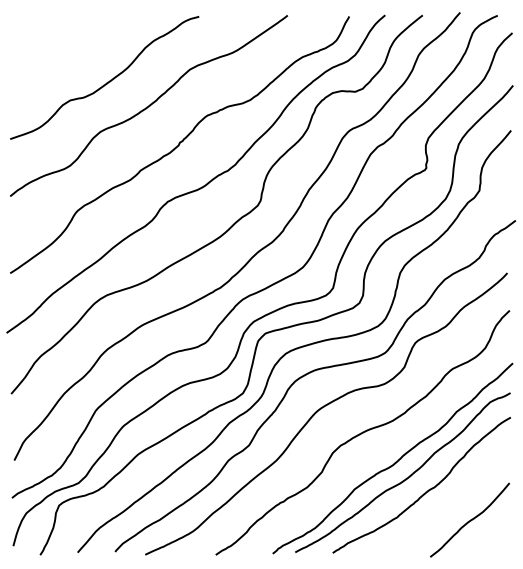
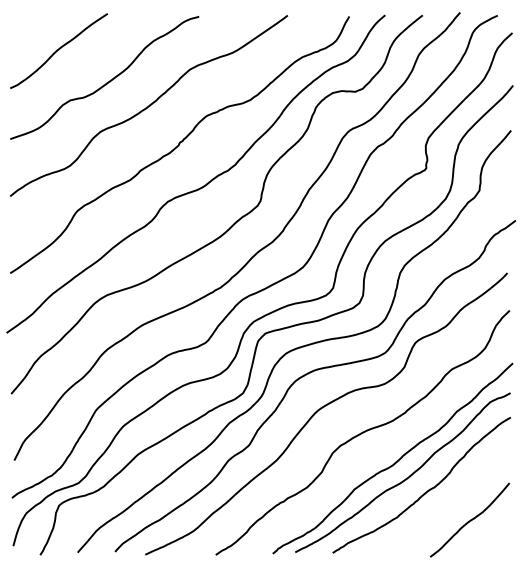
curve at (58, 50): none -> present
